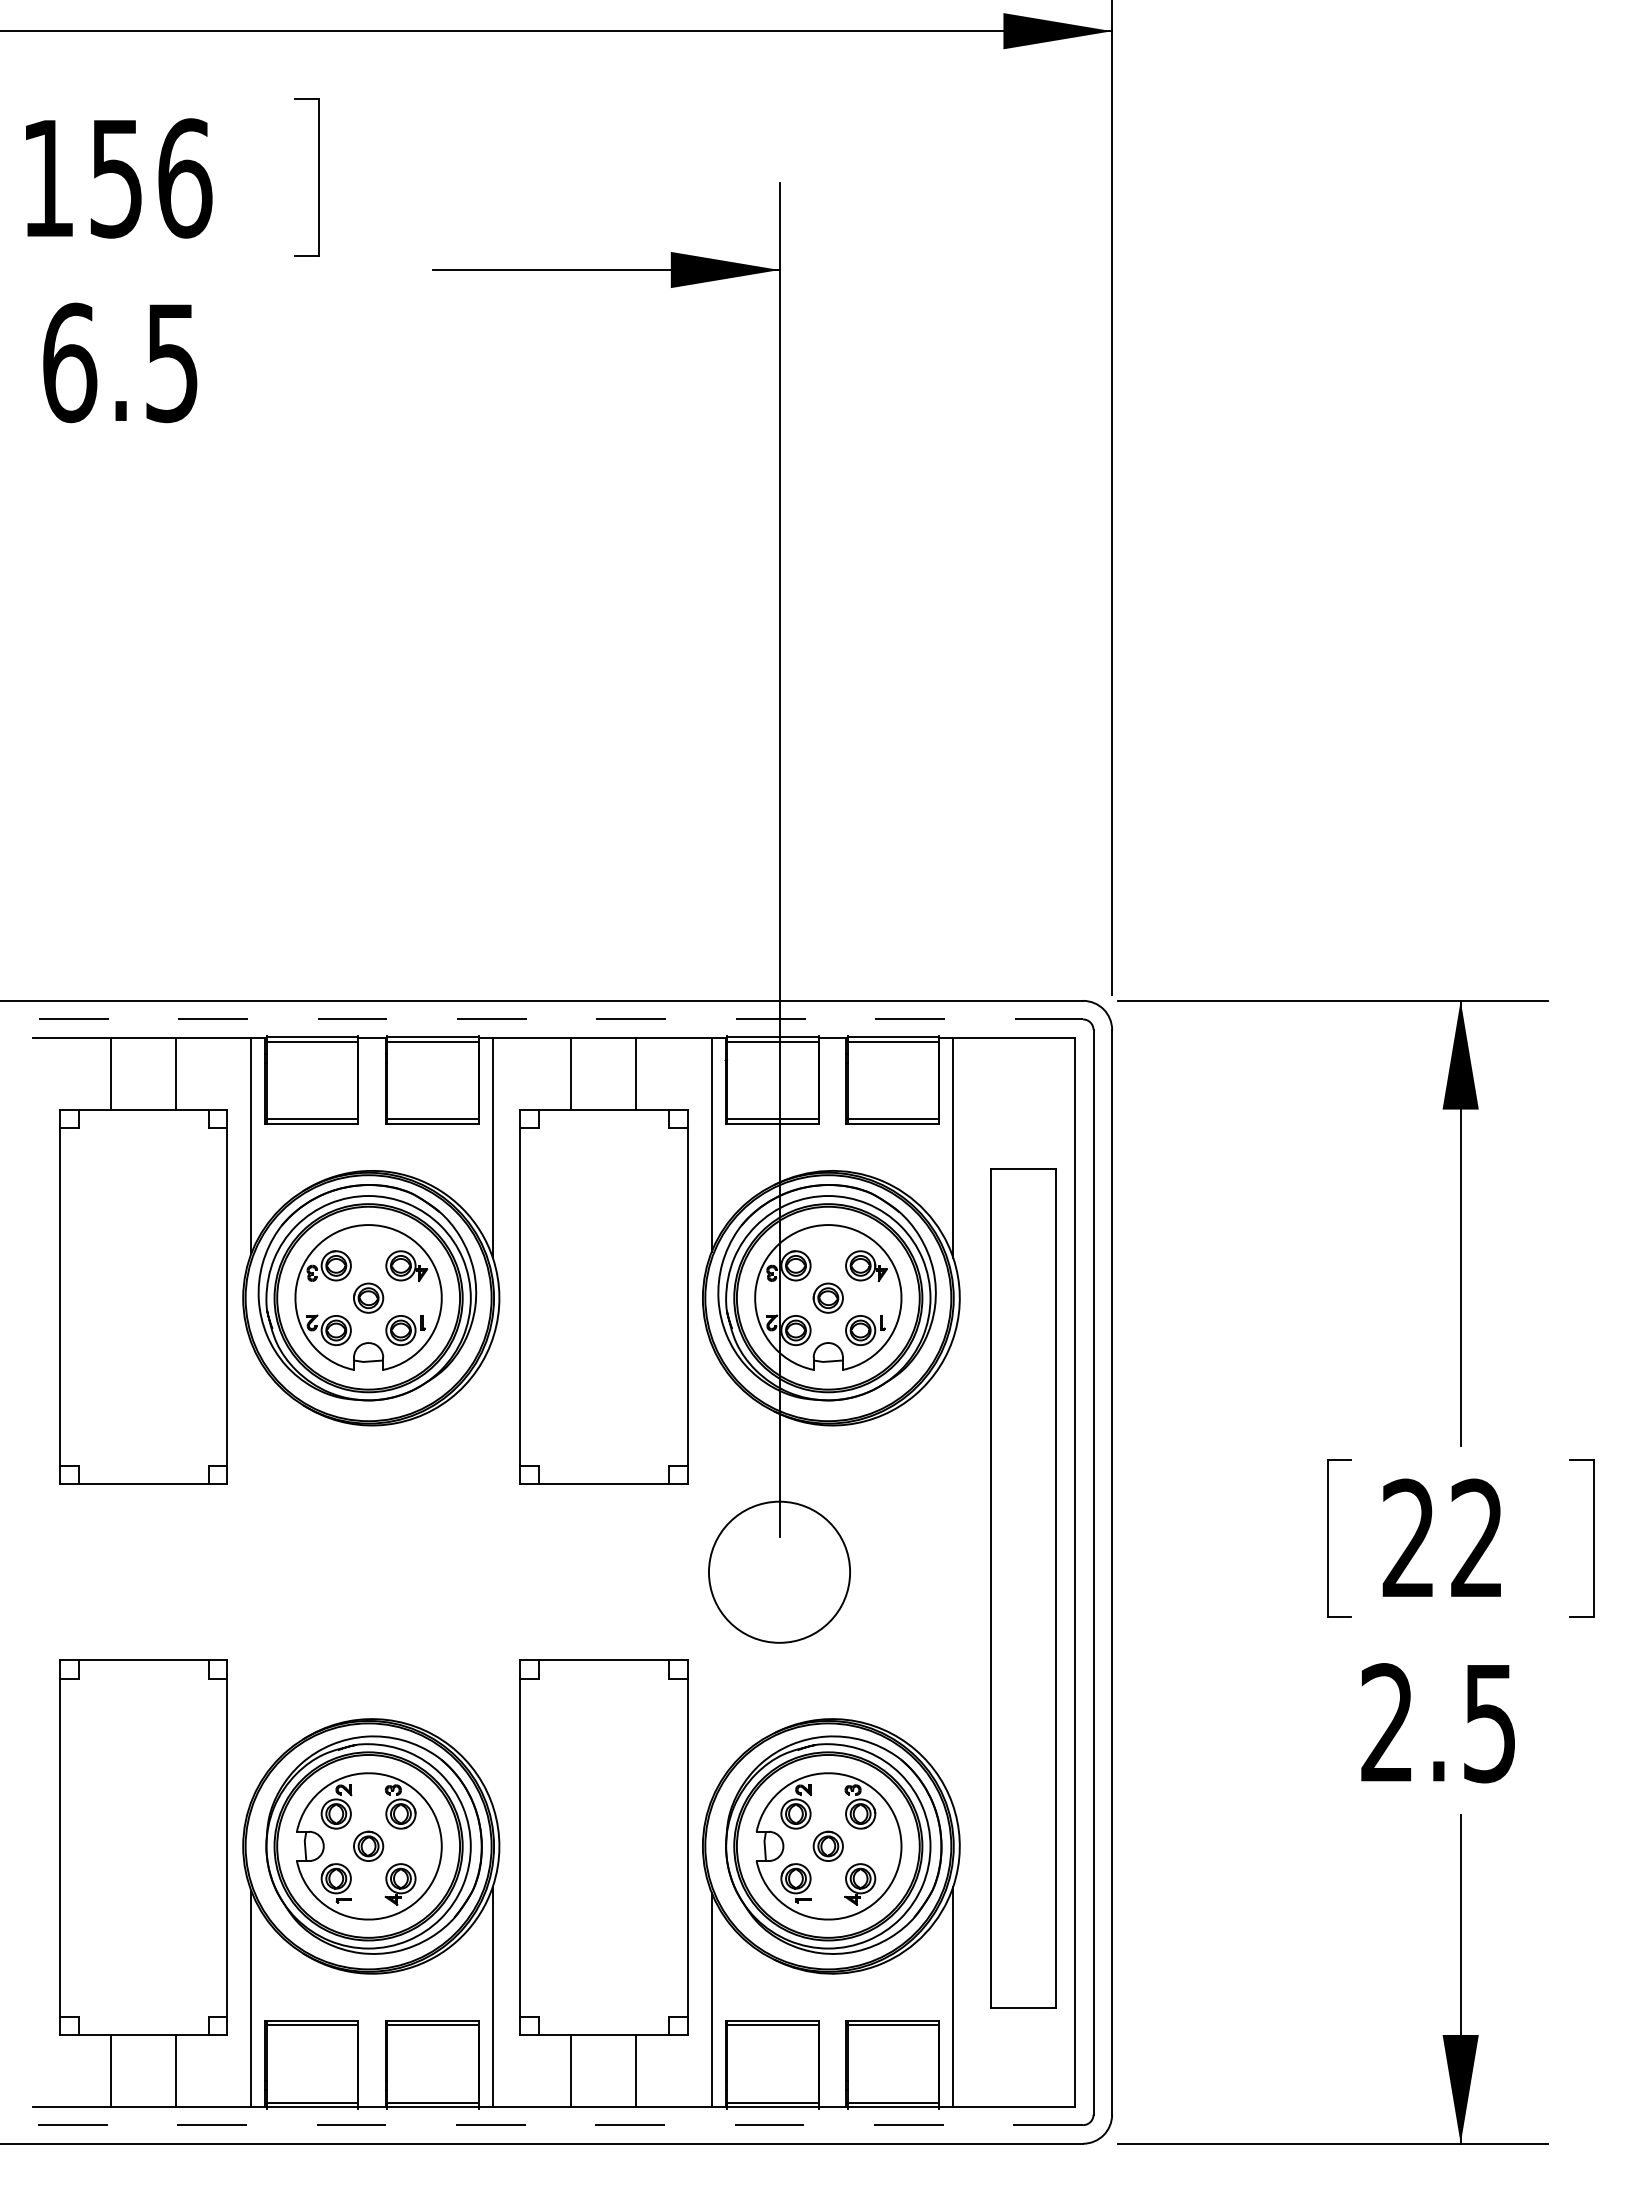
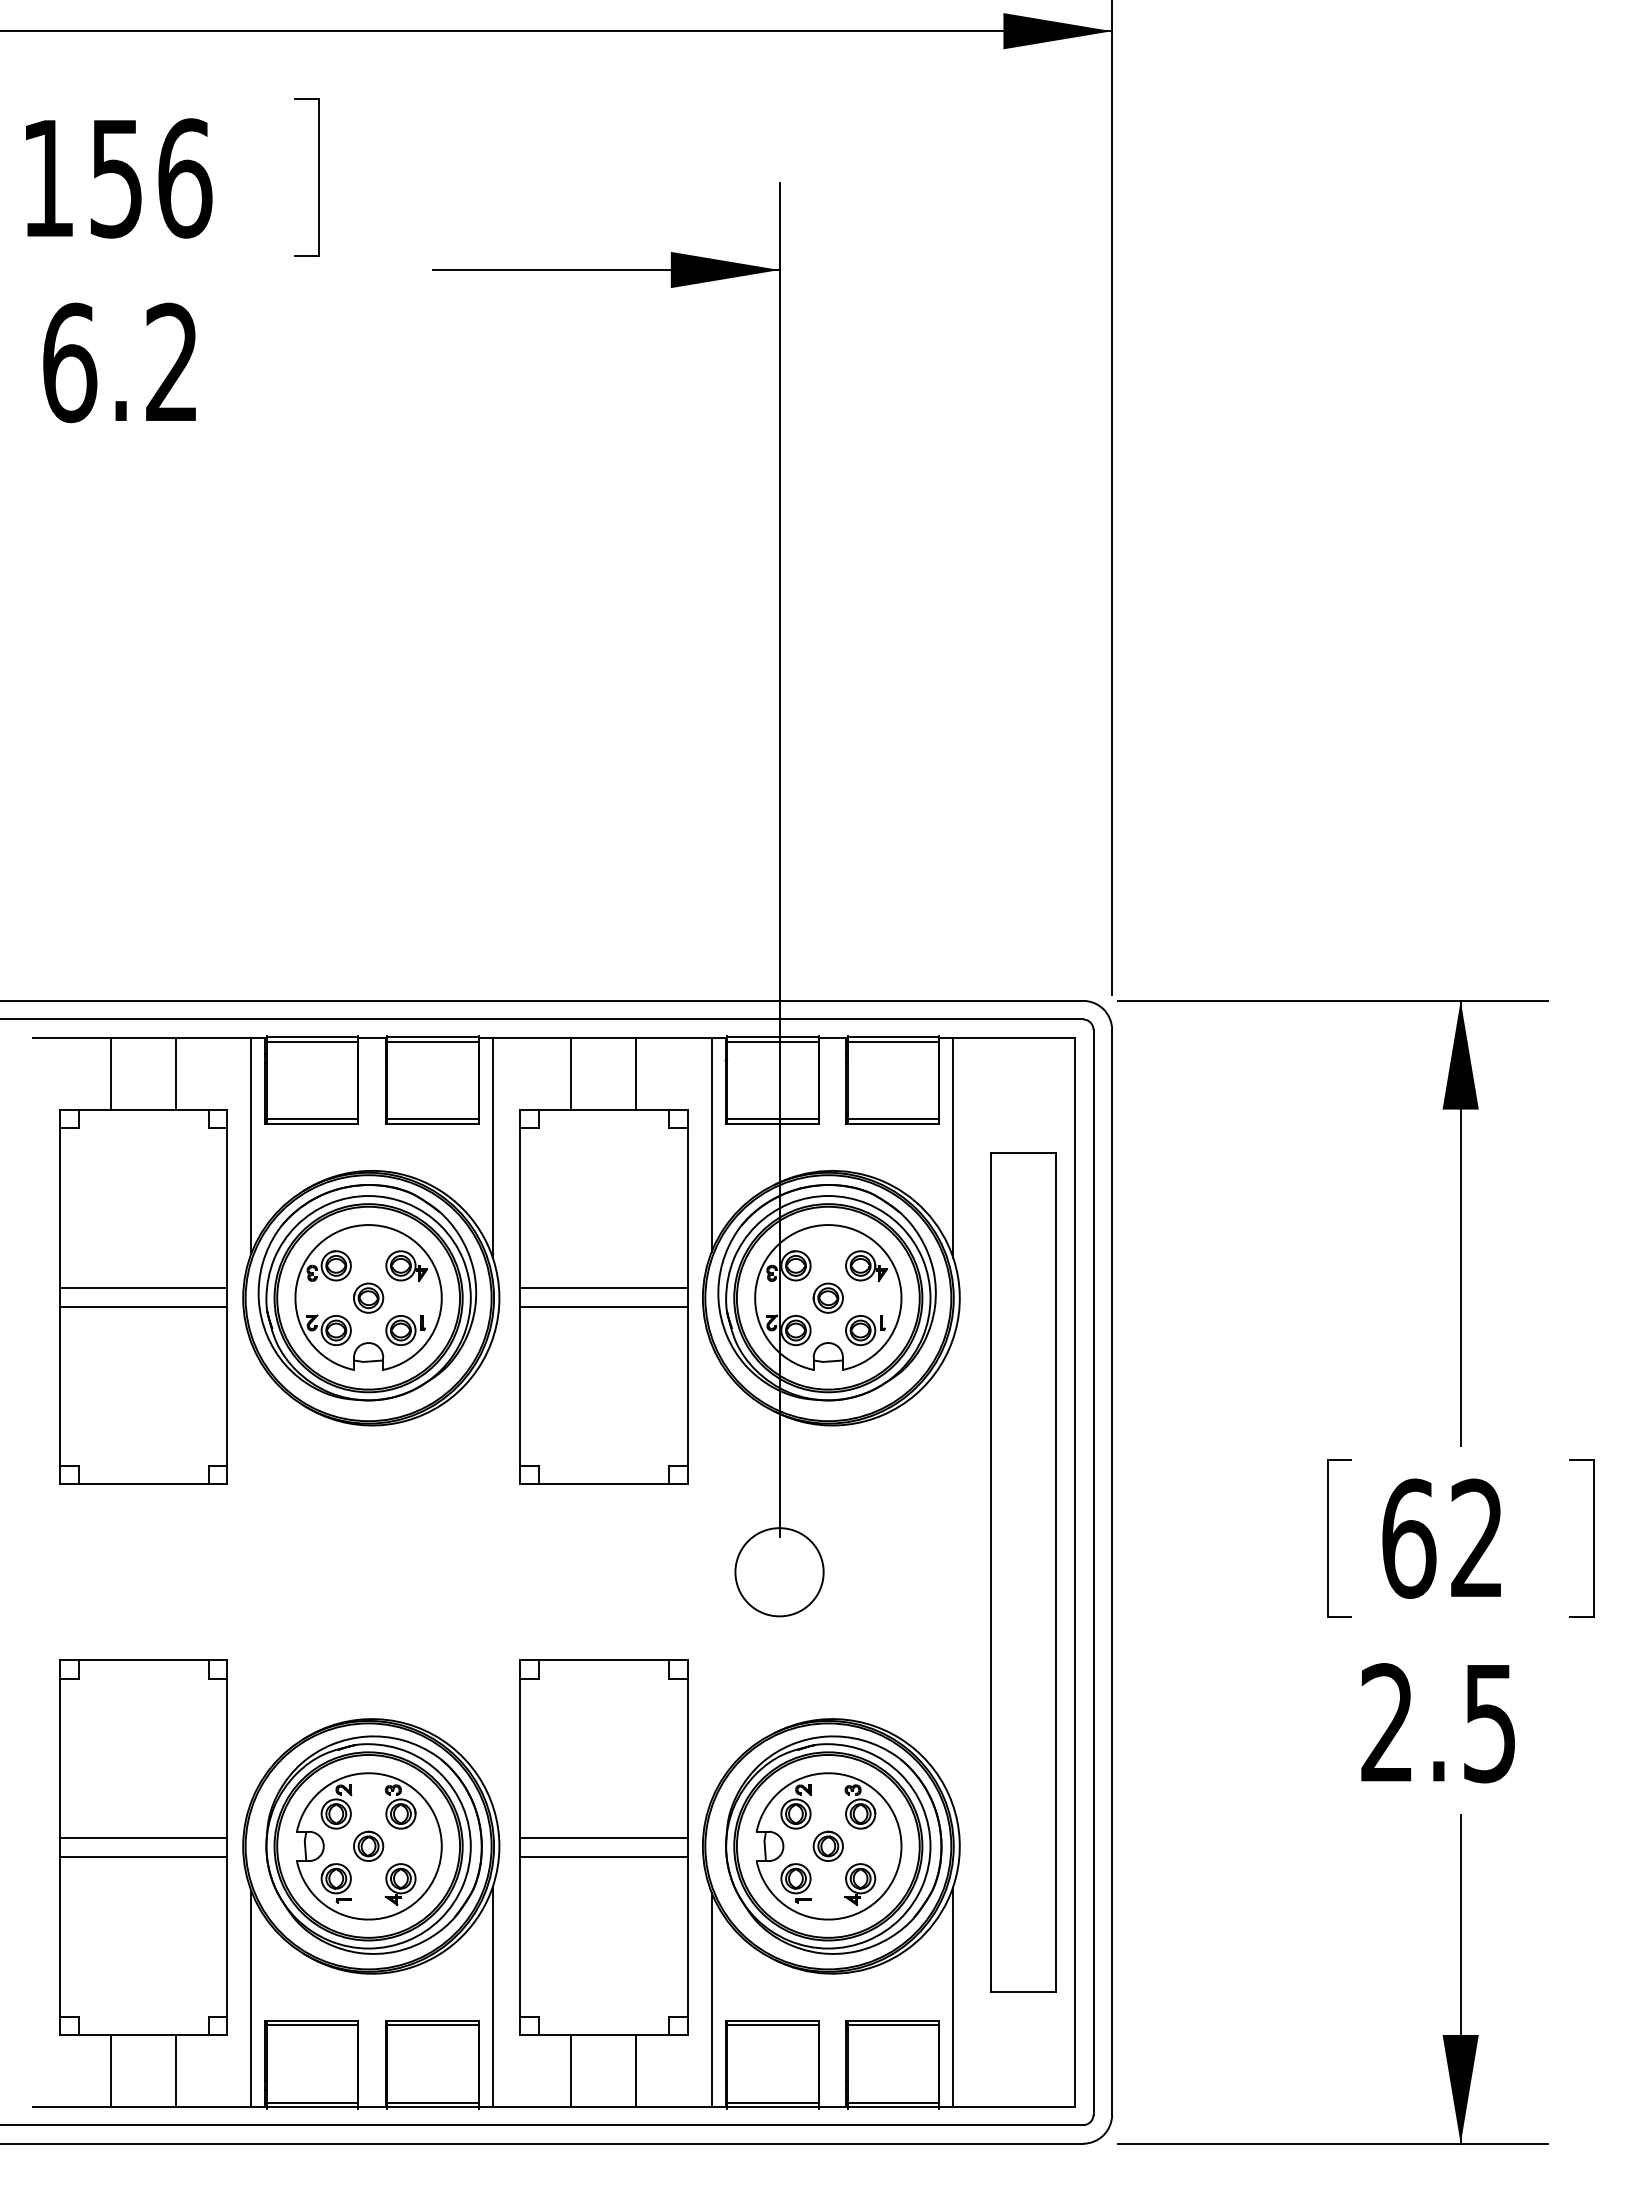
text at (171, 362): 6.5 -> 6.2
line at (542, 1019): dashed -> solid
line at (143, 1288): none -> present
line at (603, 1288): none -> present
line at (143, 1307): none -> present
line at (603, 1307): none -> present
text at (1409, 1538): 22 -> 62
circle at (779, 1571) diameter: 141 px -> 88 px
part at (1023, 1588) position: (1023, 1588) -> (1023, 1572)
line at (143, 1838): none -> present
line at (603, 1838): none -> present
line at (143, 1857): none -> present
line at (603, 1857): none -> present
line at (541, 2125): dashed -> solid
